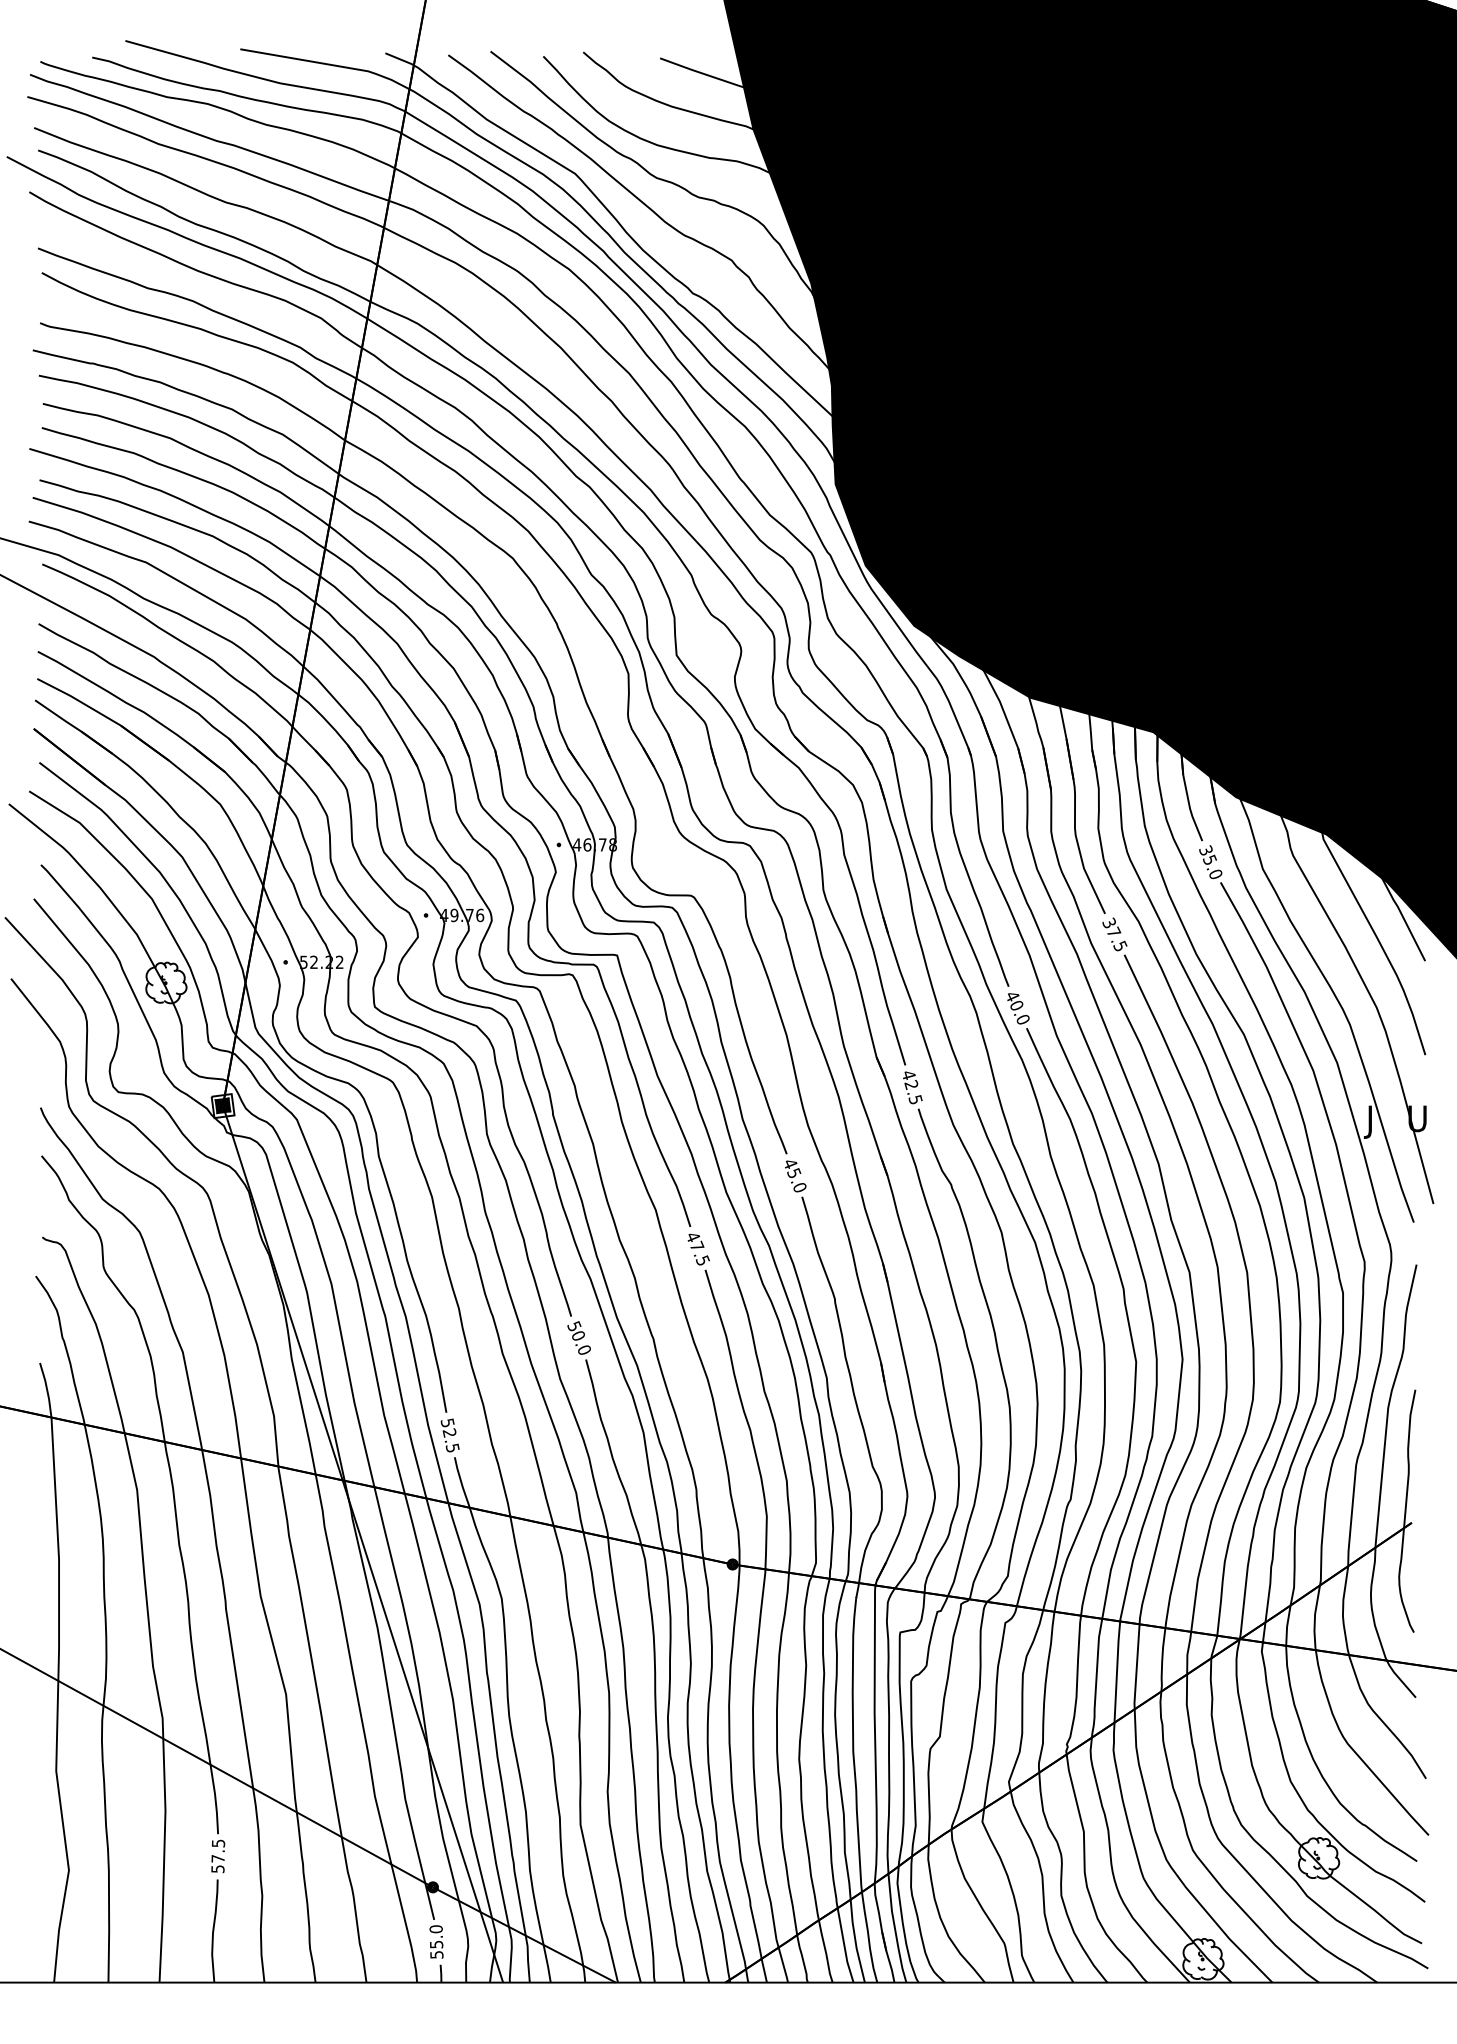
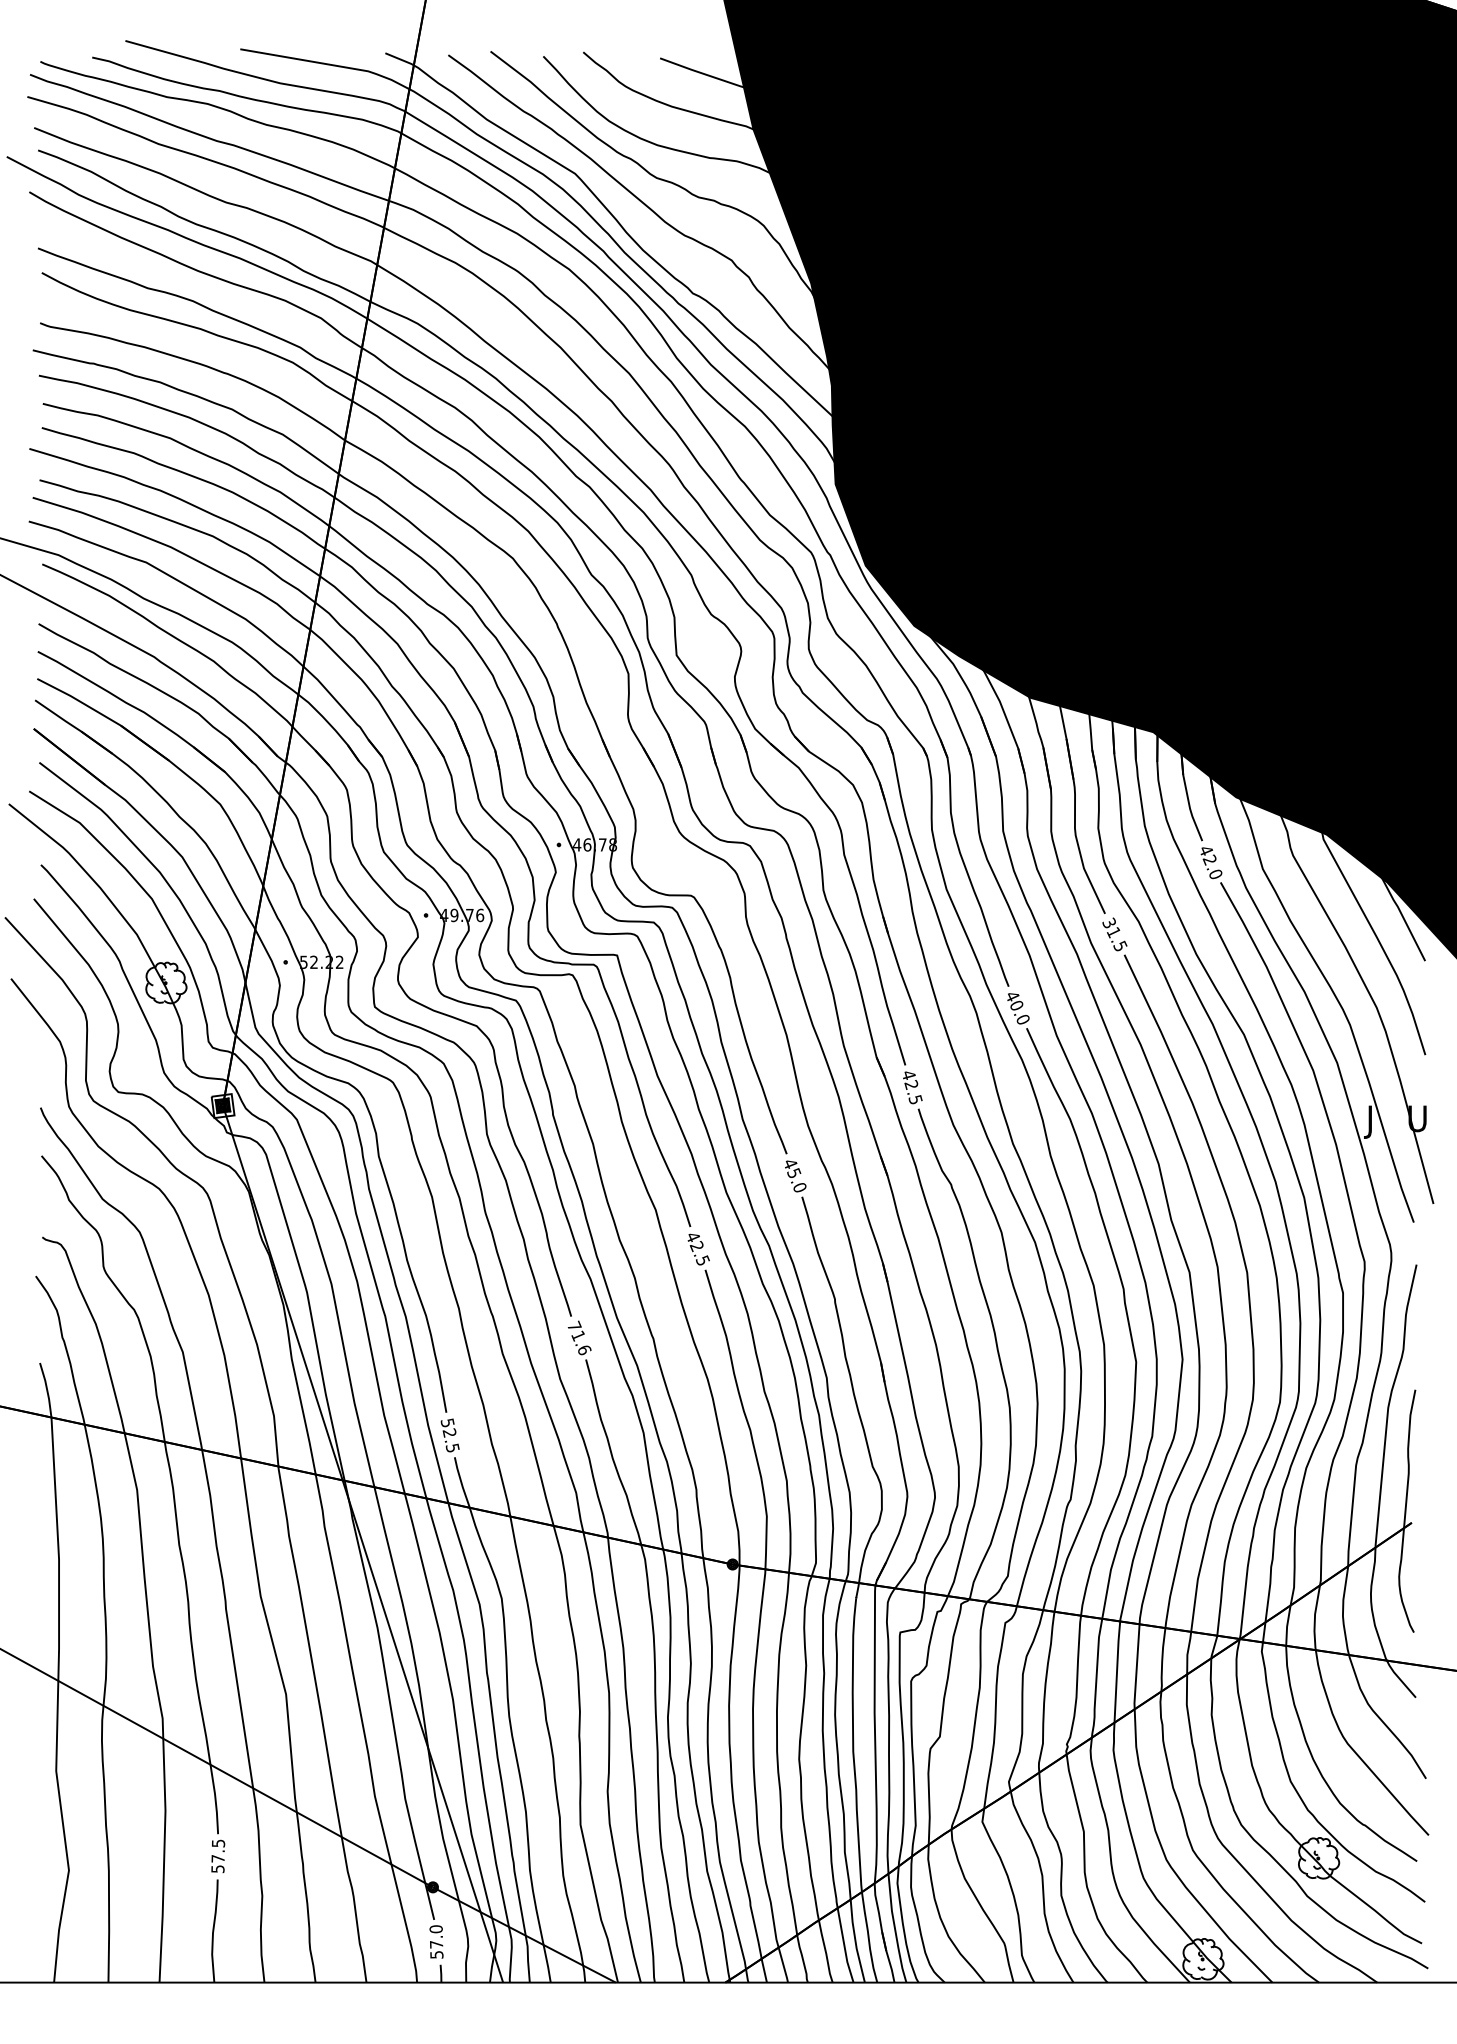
text at (1207, 855): 35.0 -> 42.0
text at (1114, 932): 37.5 -> 31.5
text at (696, 1246): 47.5 -> 42.5
text at (579, 1337): 50.0 -> 71.6
text at (436, 1944): 55.0 -> 57.0
